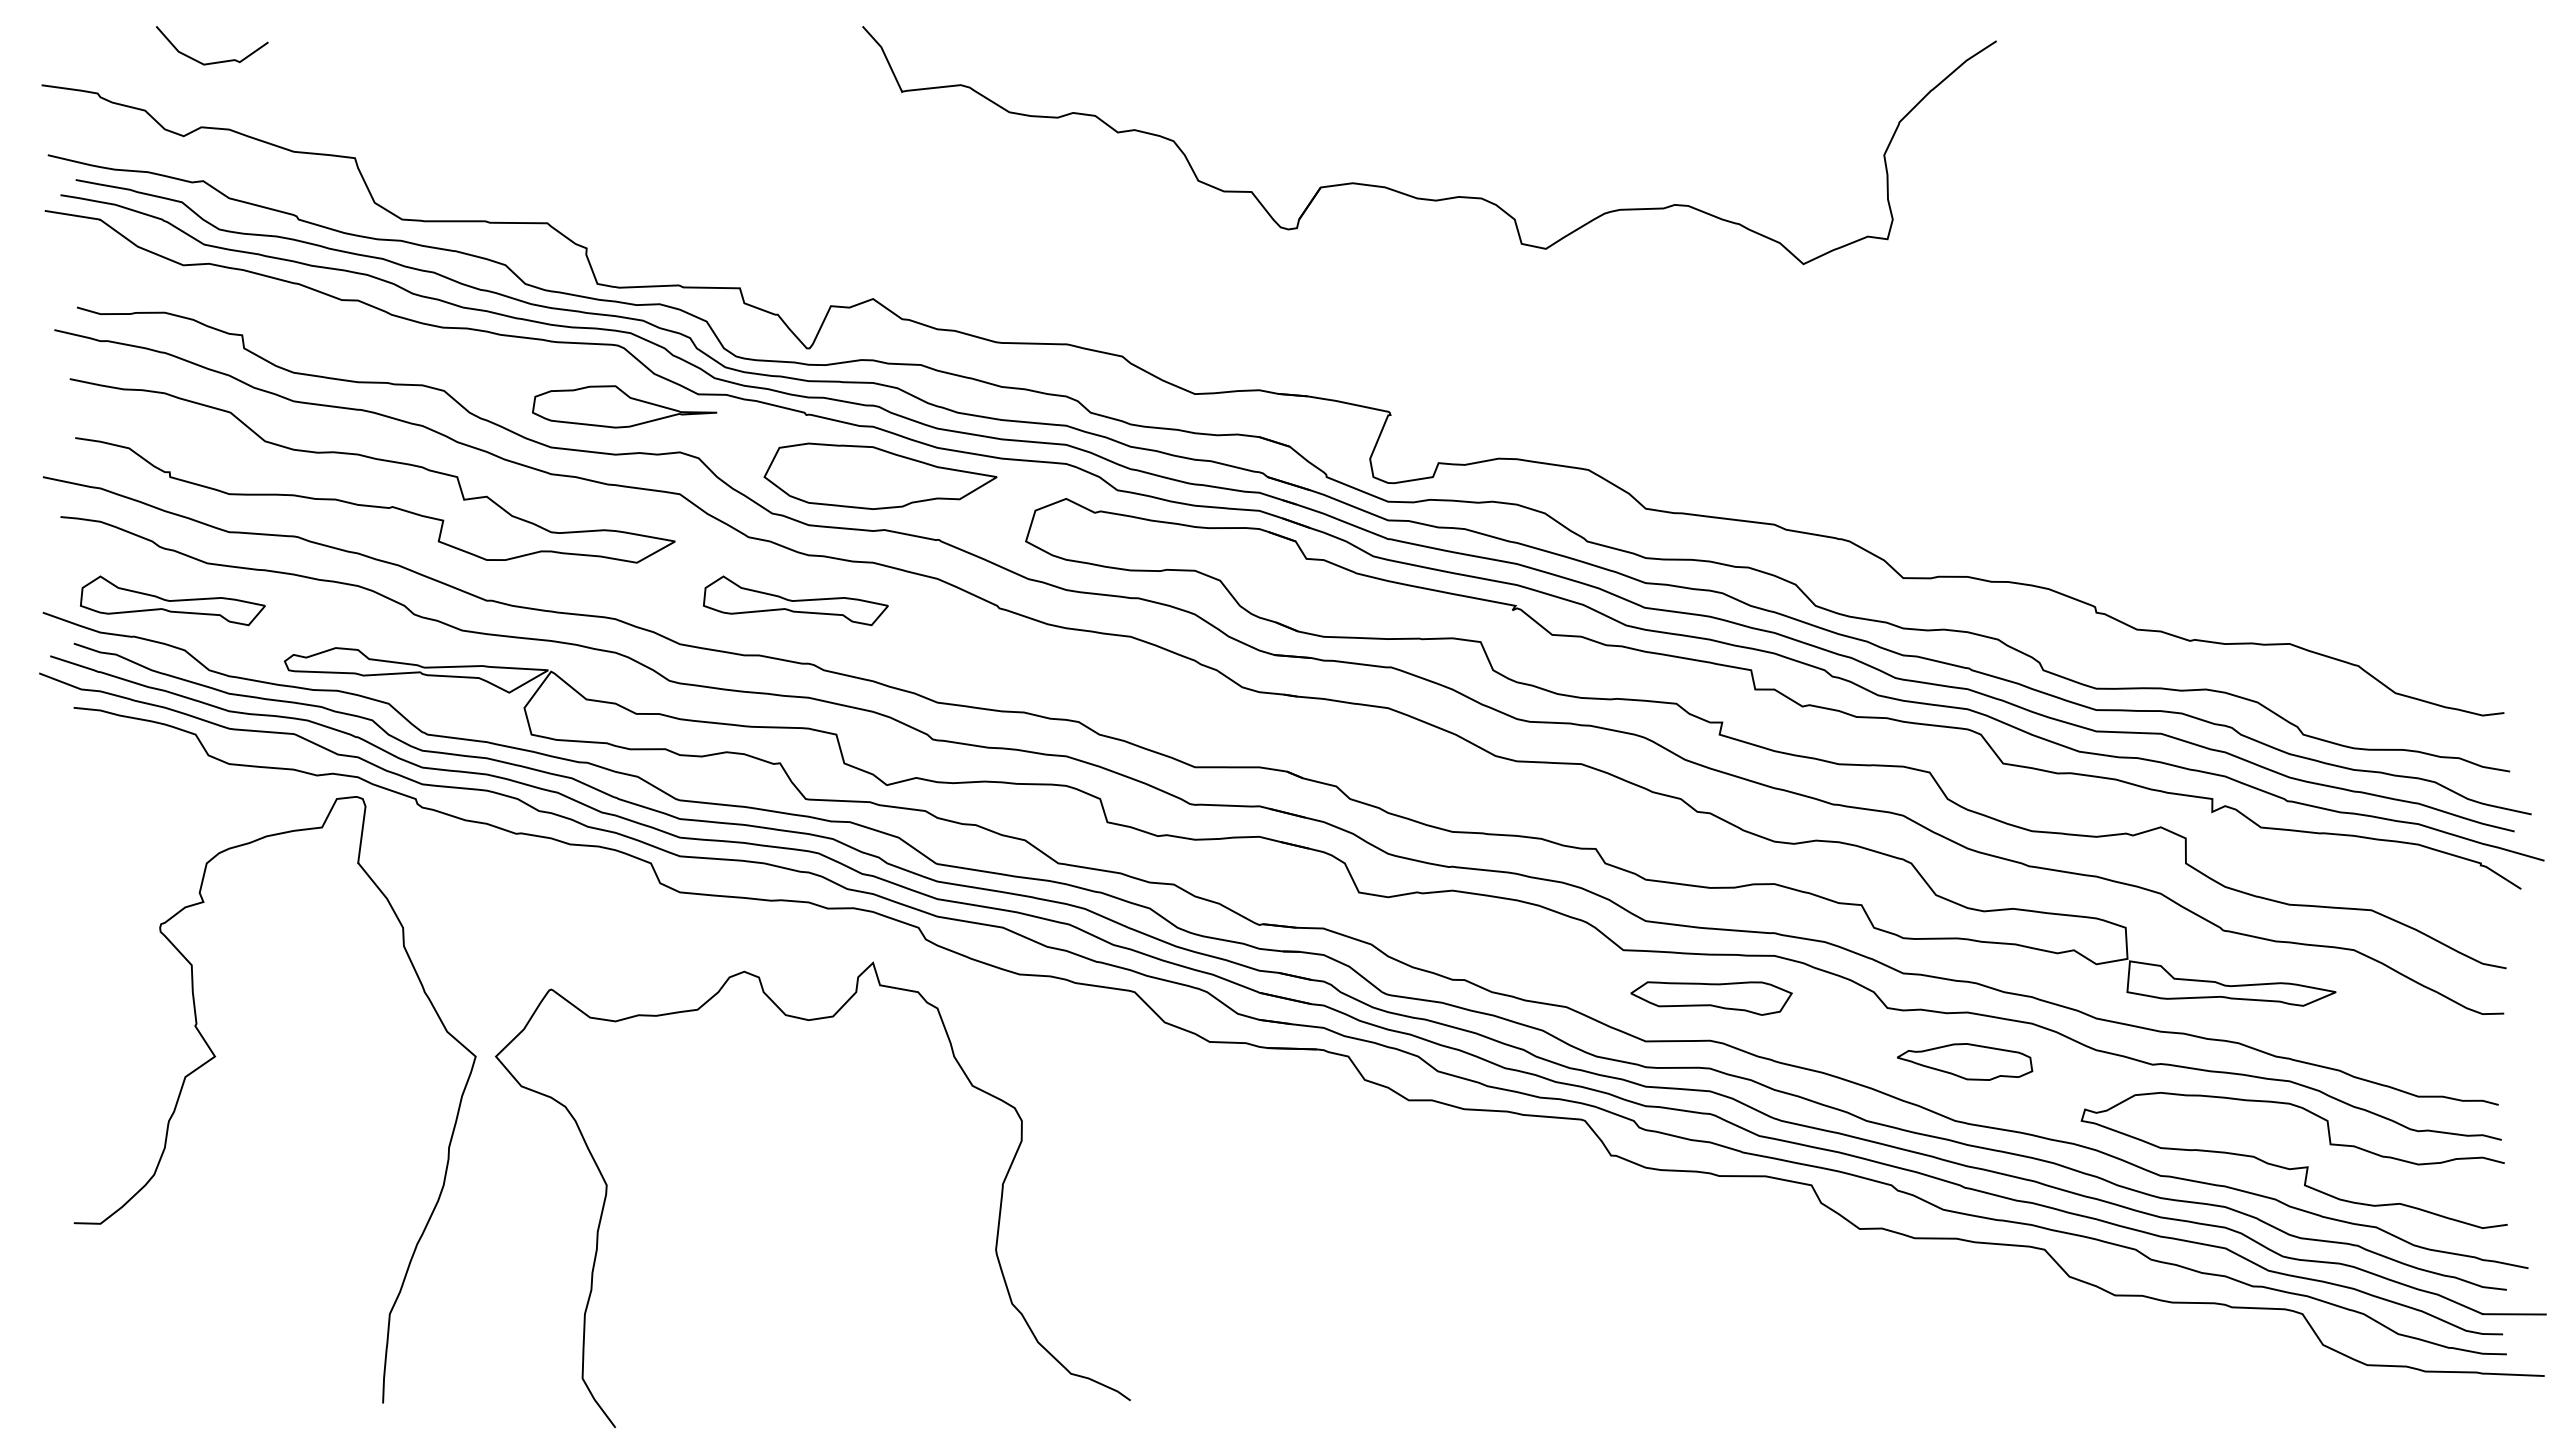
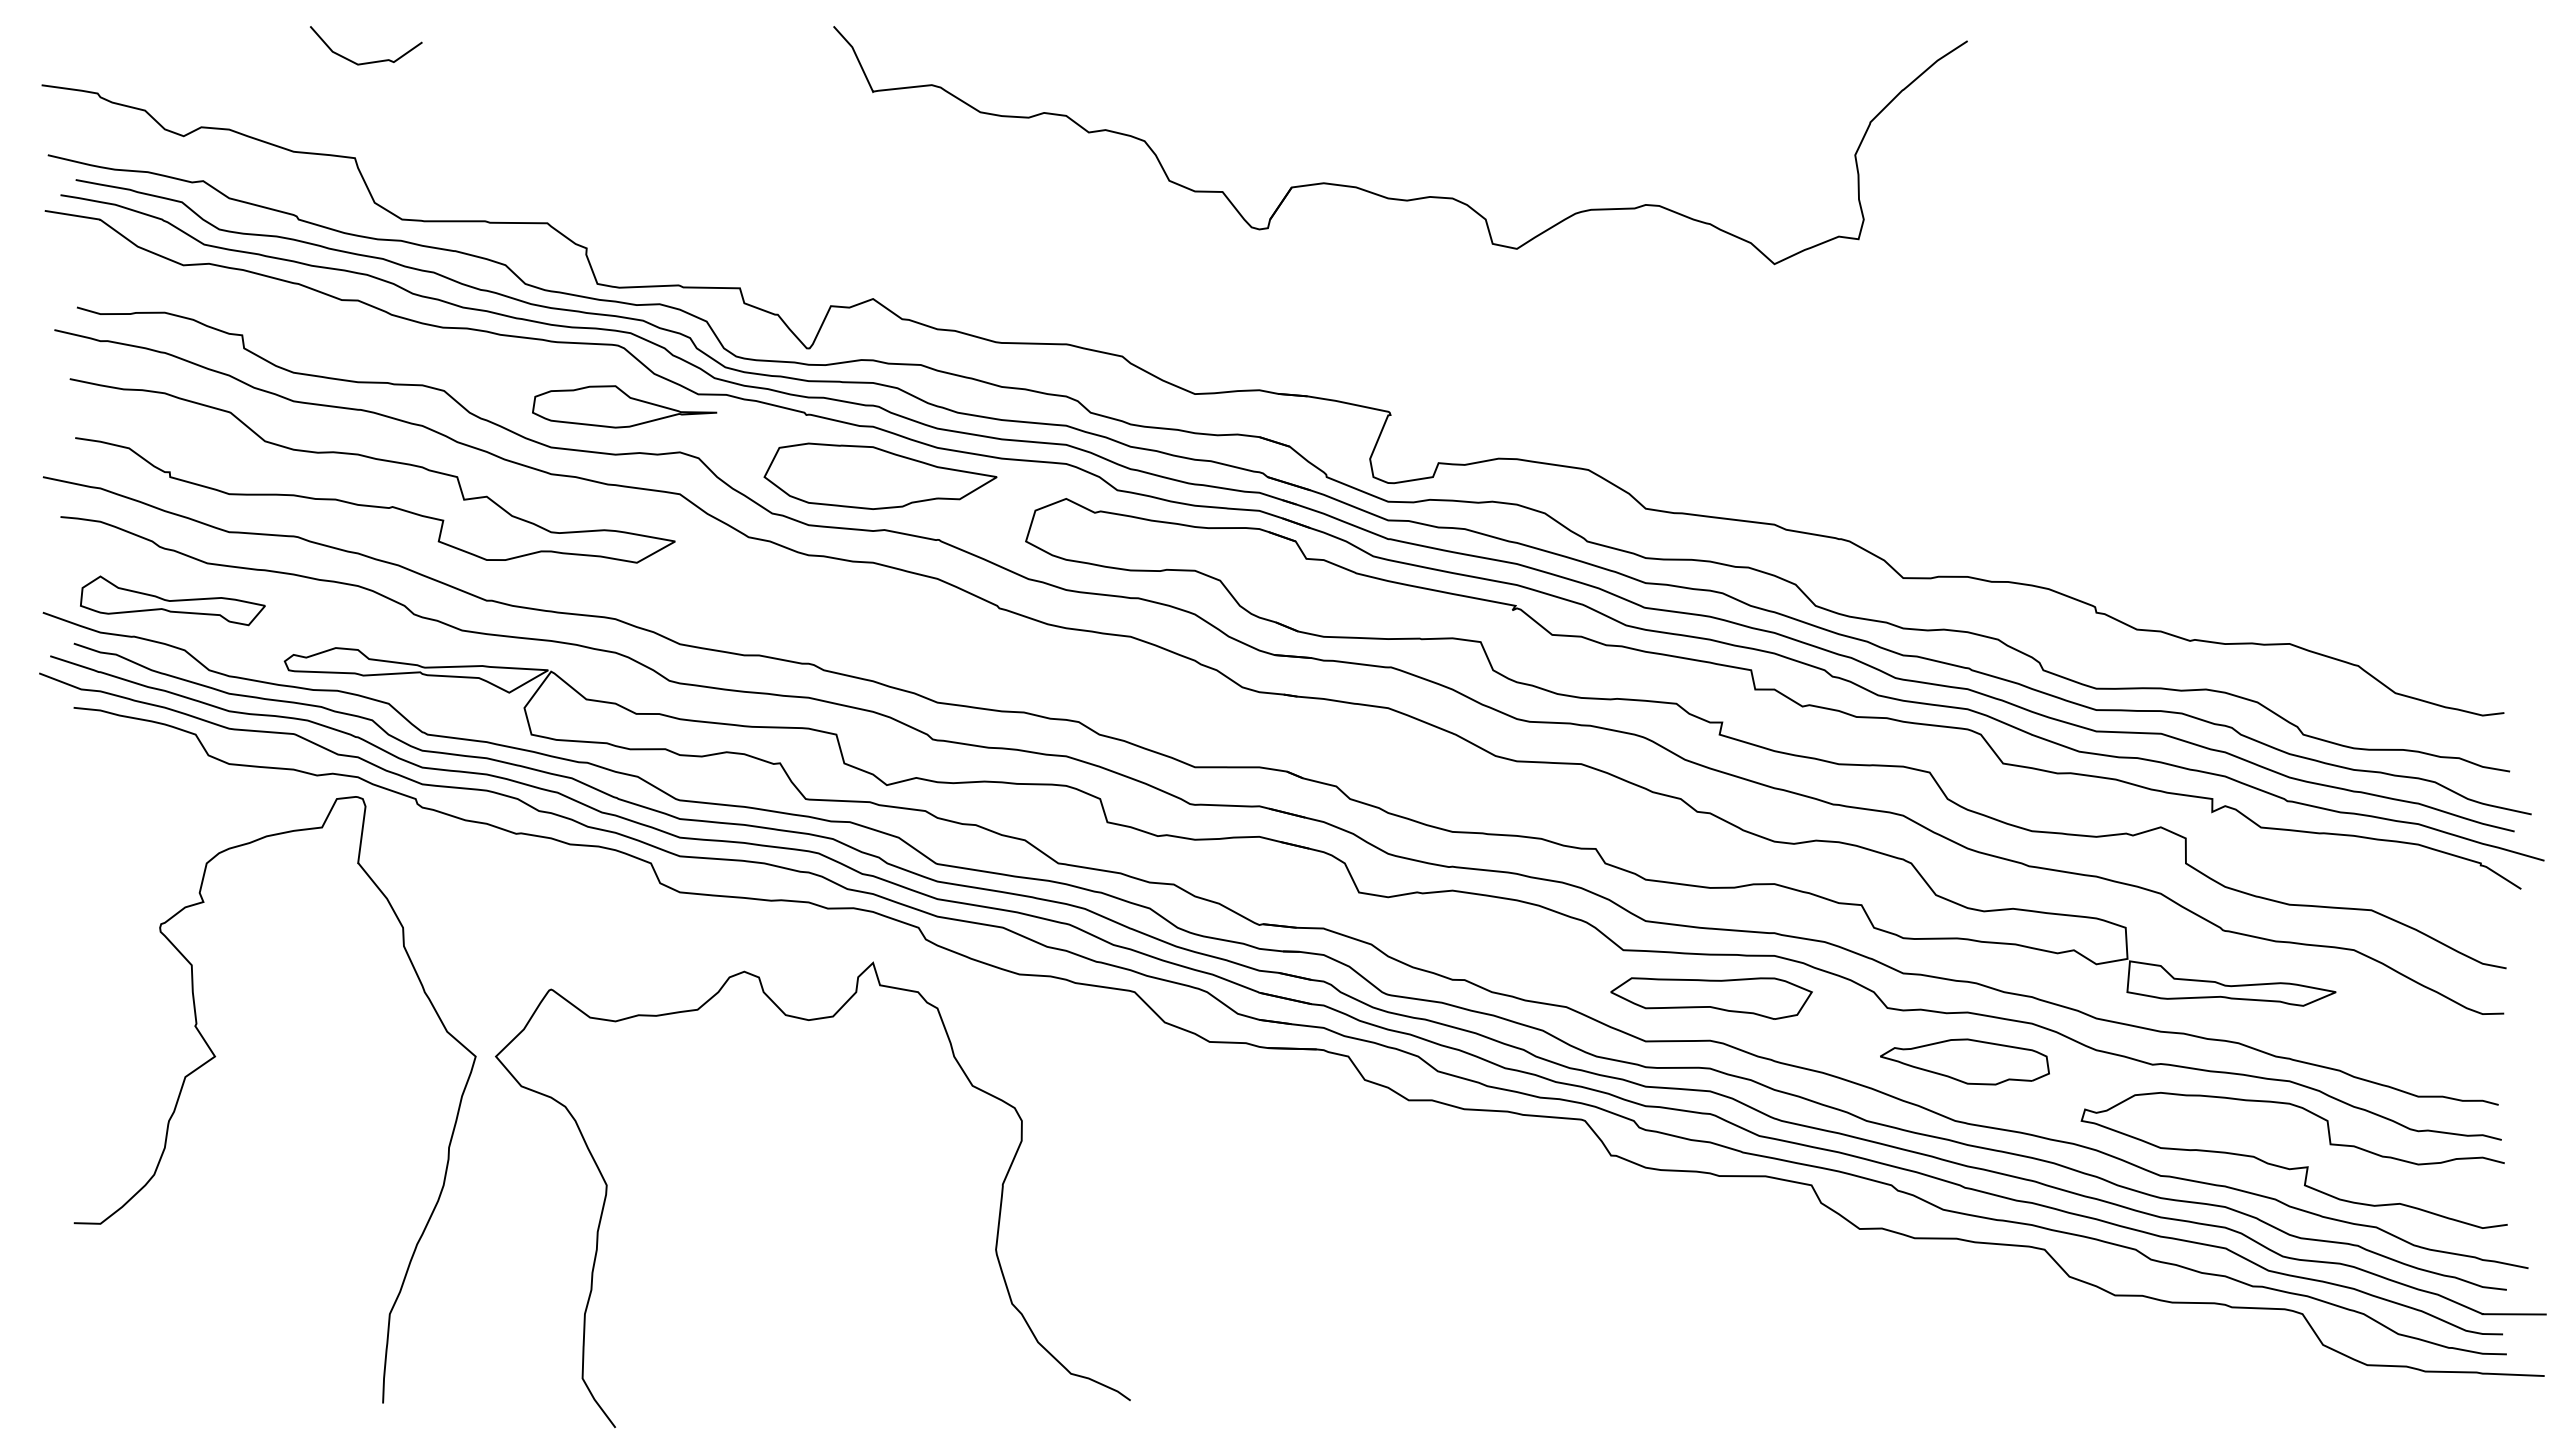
curve at (216, 61) position: (216, 61) -> (370, 61)
part at (1420, 197) position: (1420, 197) -> (1391, 197)
part at (795, 600): present -> none
part at (1711, 998) size: 163x35 px -> 203x43 px
part at (1965, 1061) size: 137x38 px -> 170x48 px
